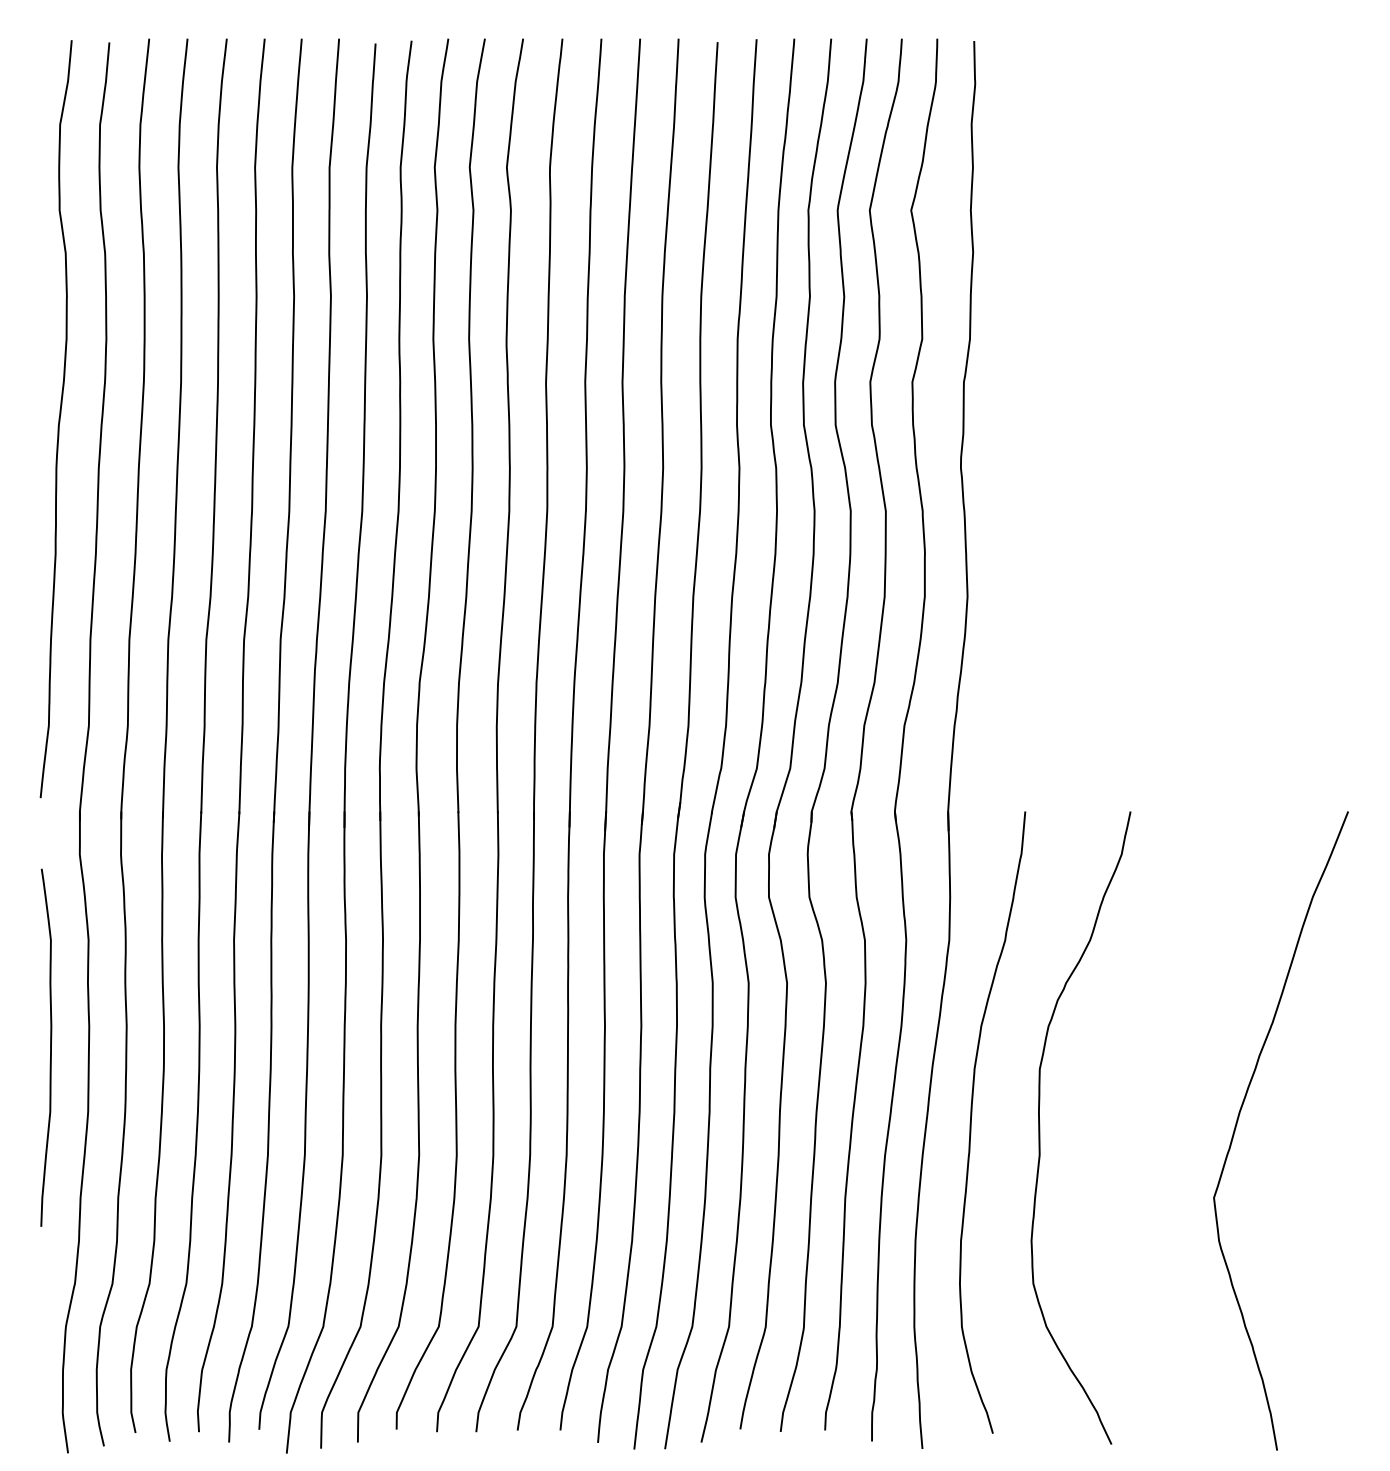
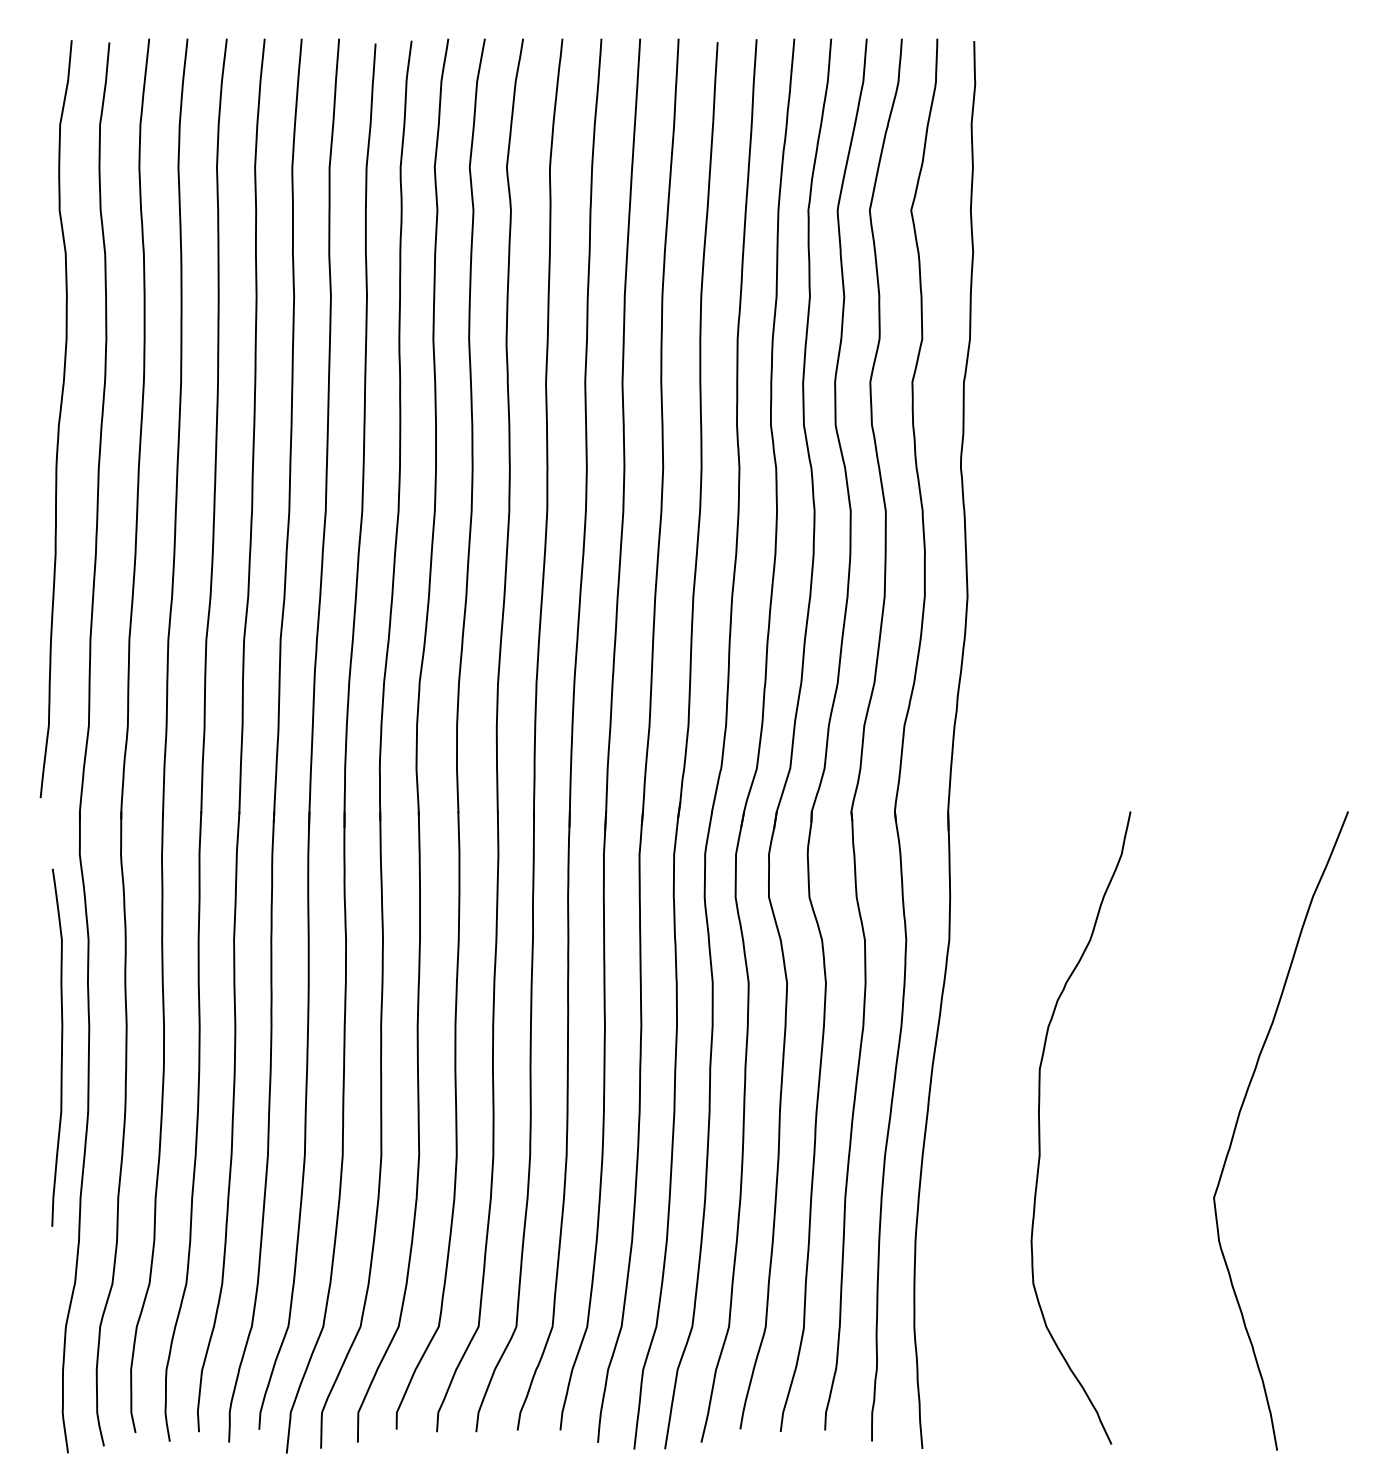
curve at (50, 1047) position: (50, 1047) -> (61, 1047)
part at (971, 1122): present -> none
